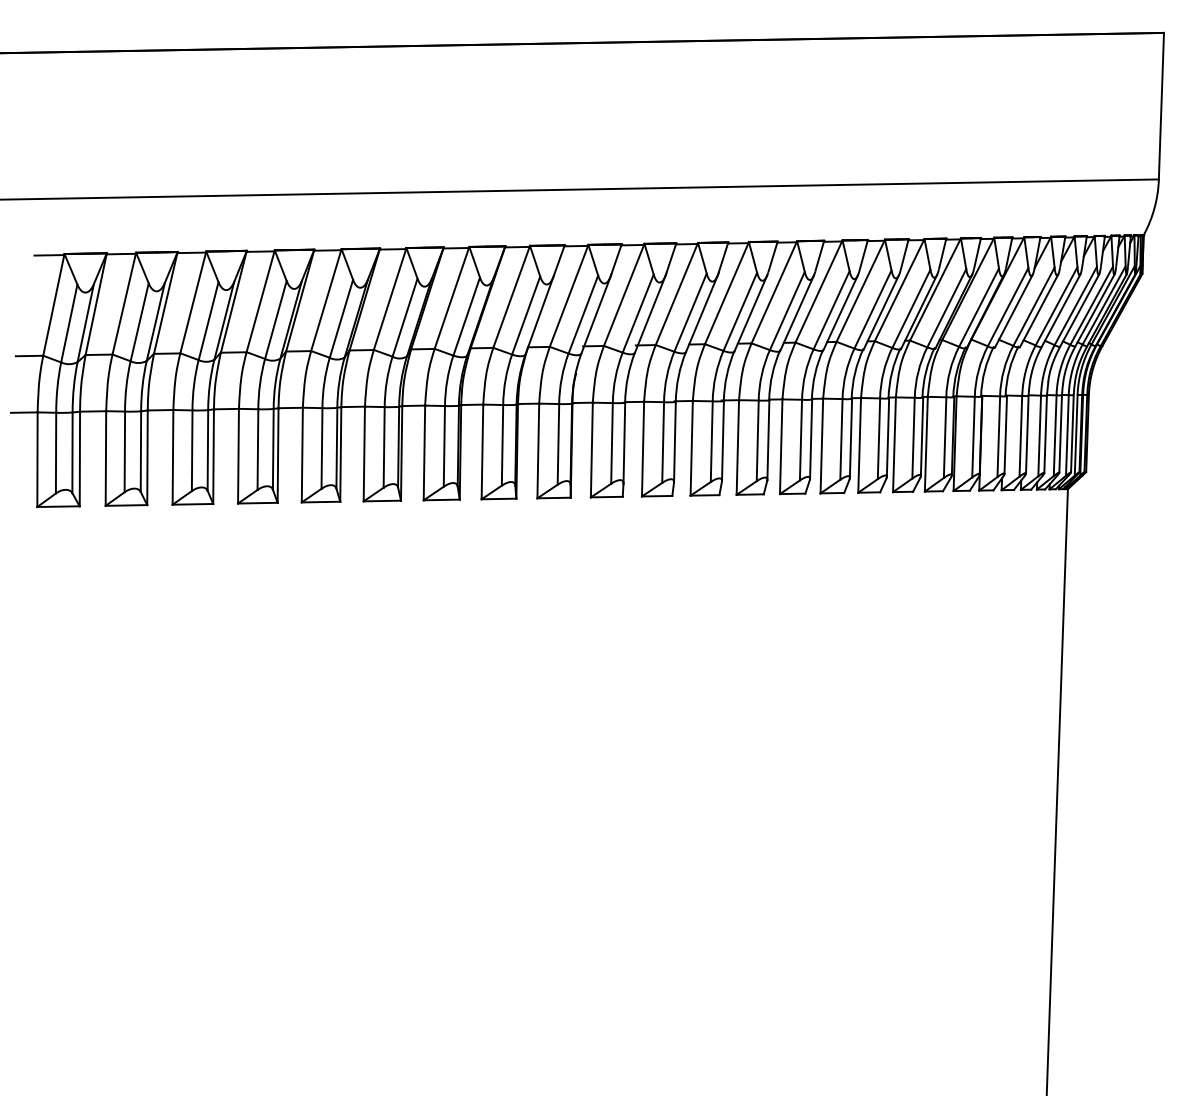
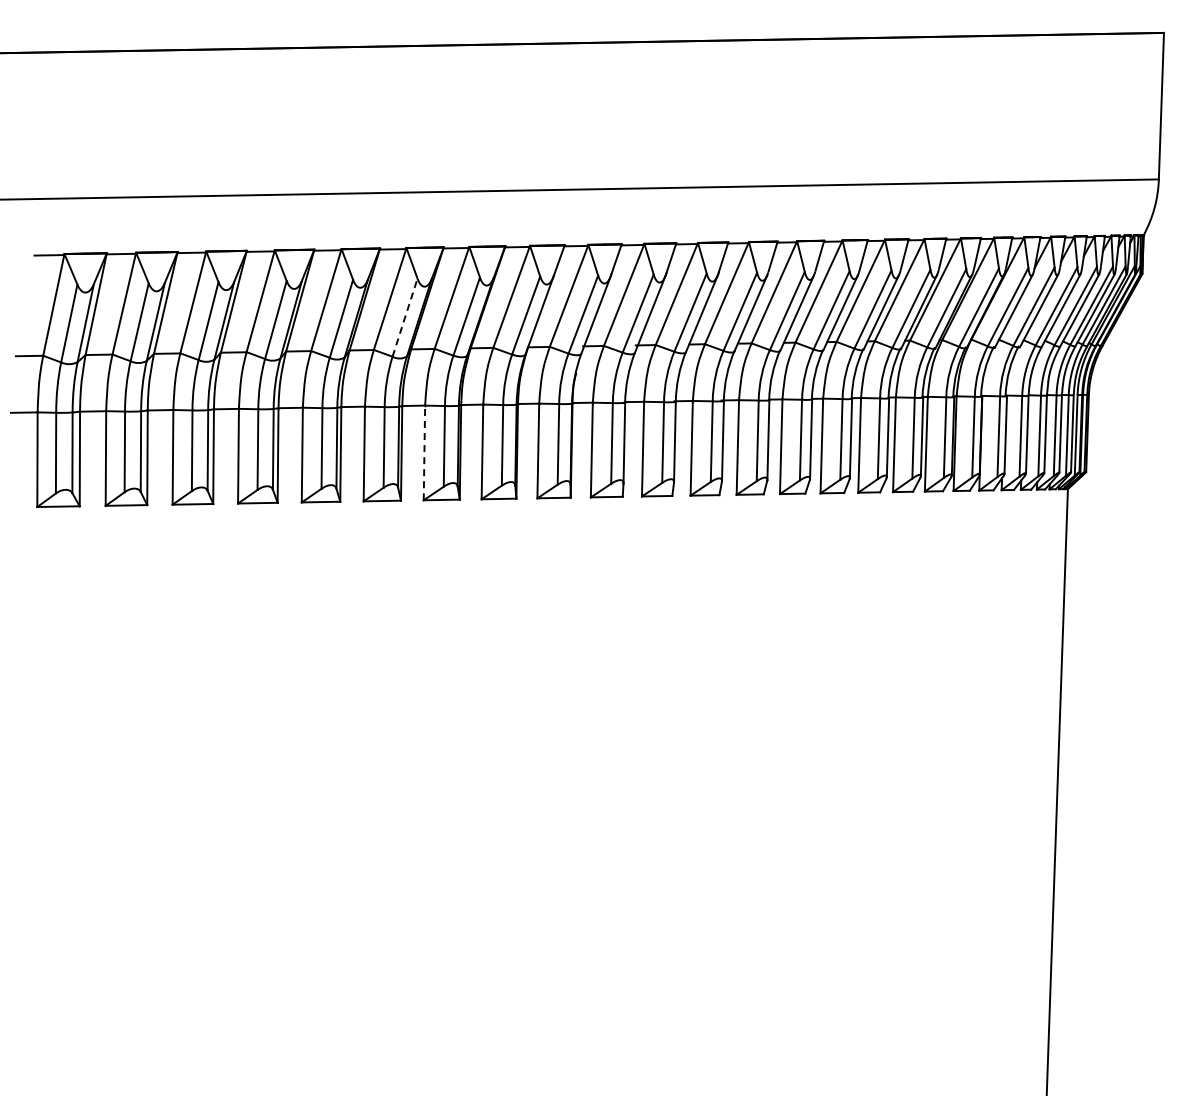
line at (405, 317): solid -> dashed
line at (424, 452): solid -> dashed
